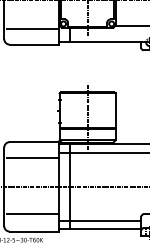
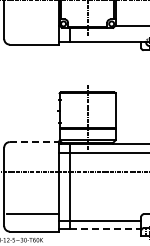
line at (33, 28): present -> none
line at (34, 142): solid -> dashed
line at (33, 157): present -> none
line at (74, 186) position: (74, 186) -> (74, 171)
line at (105, 229): solid -> dashed
